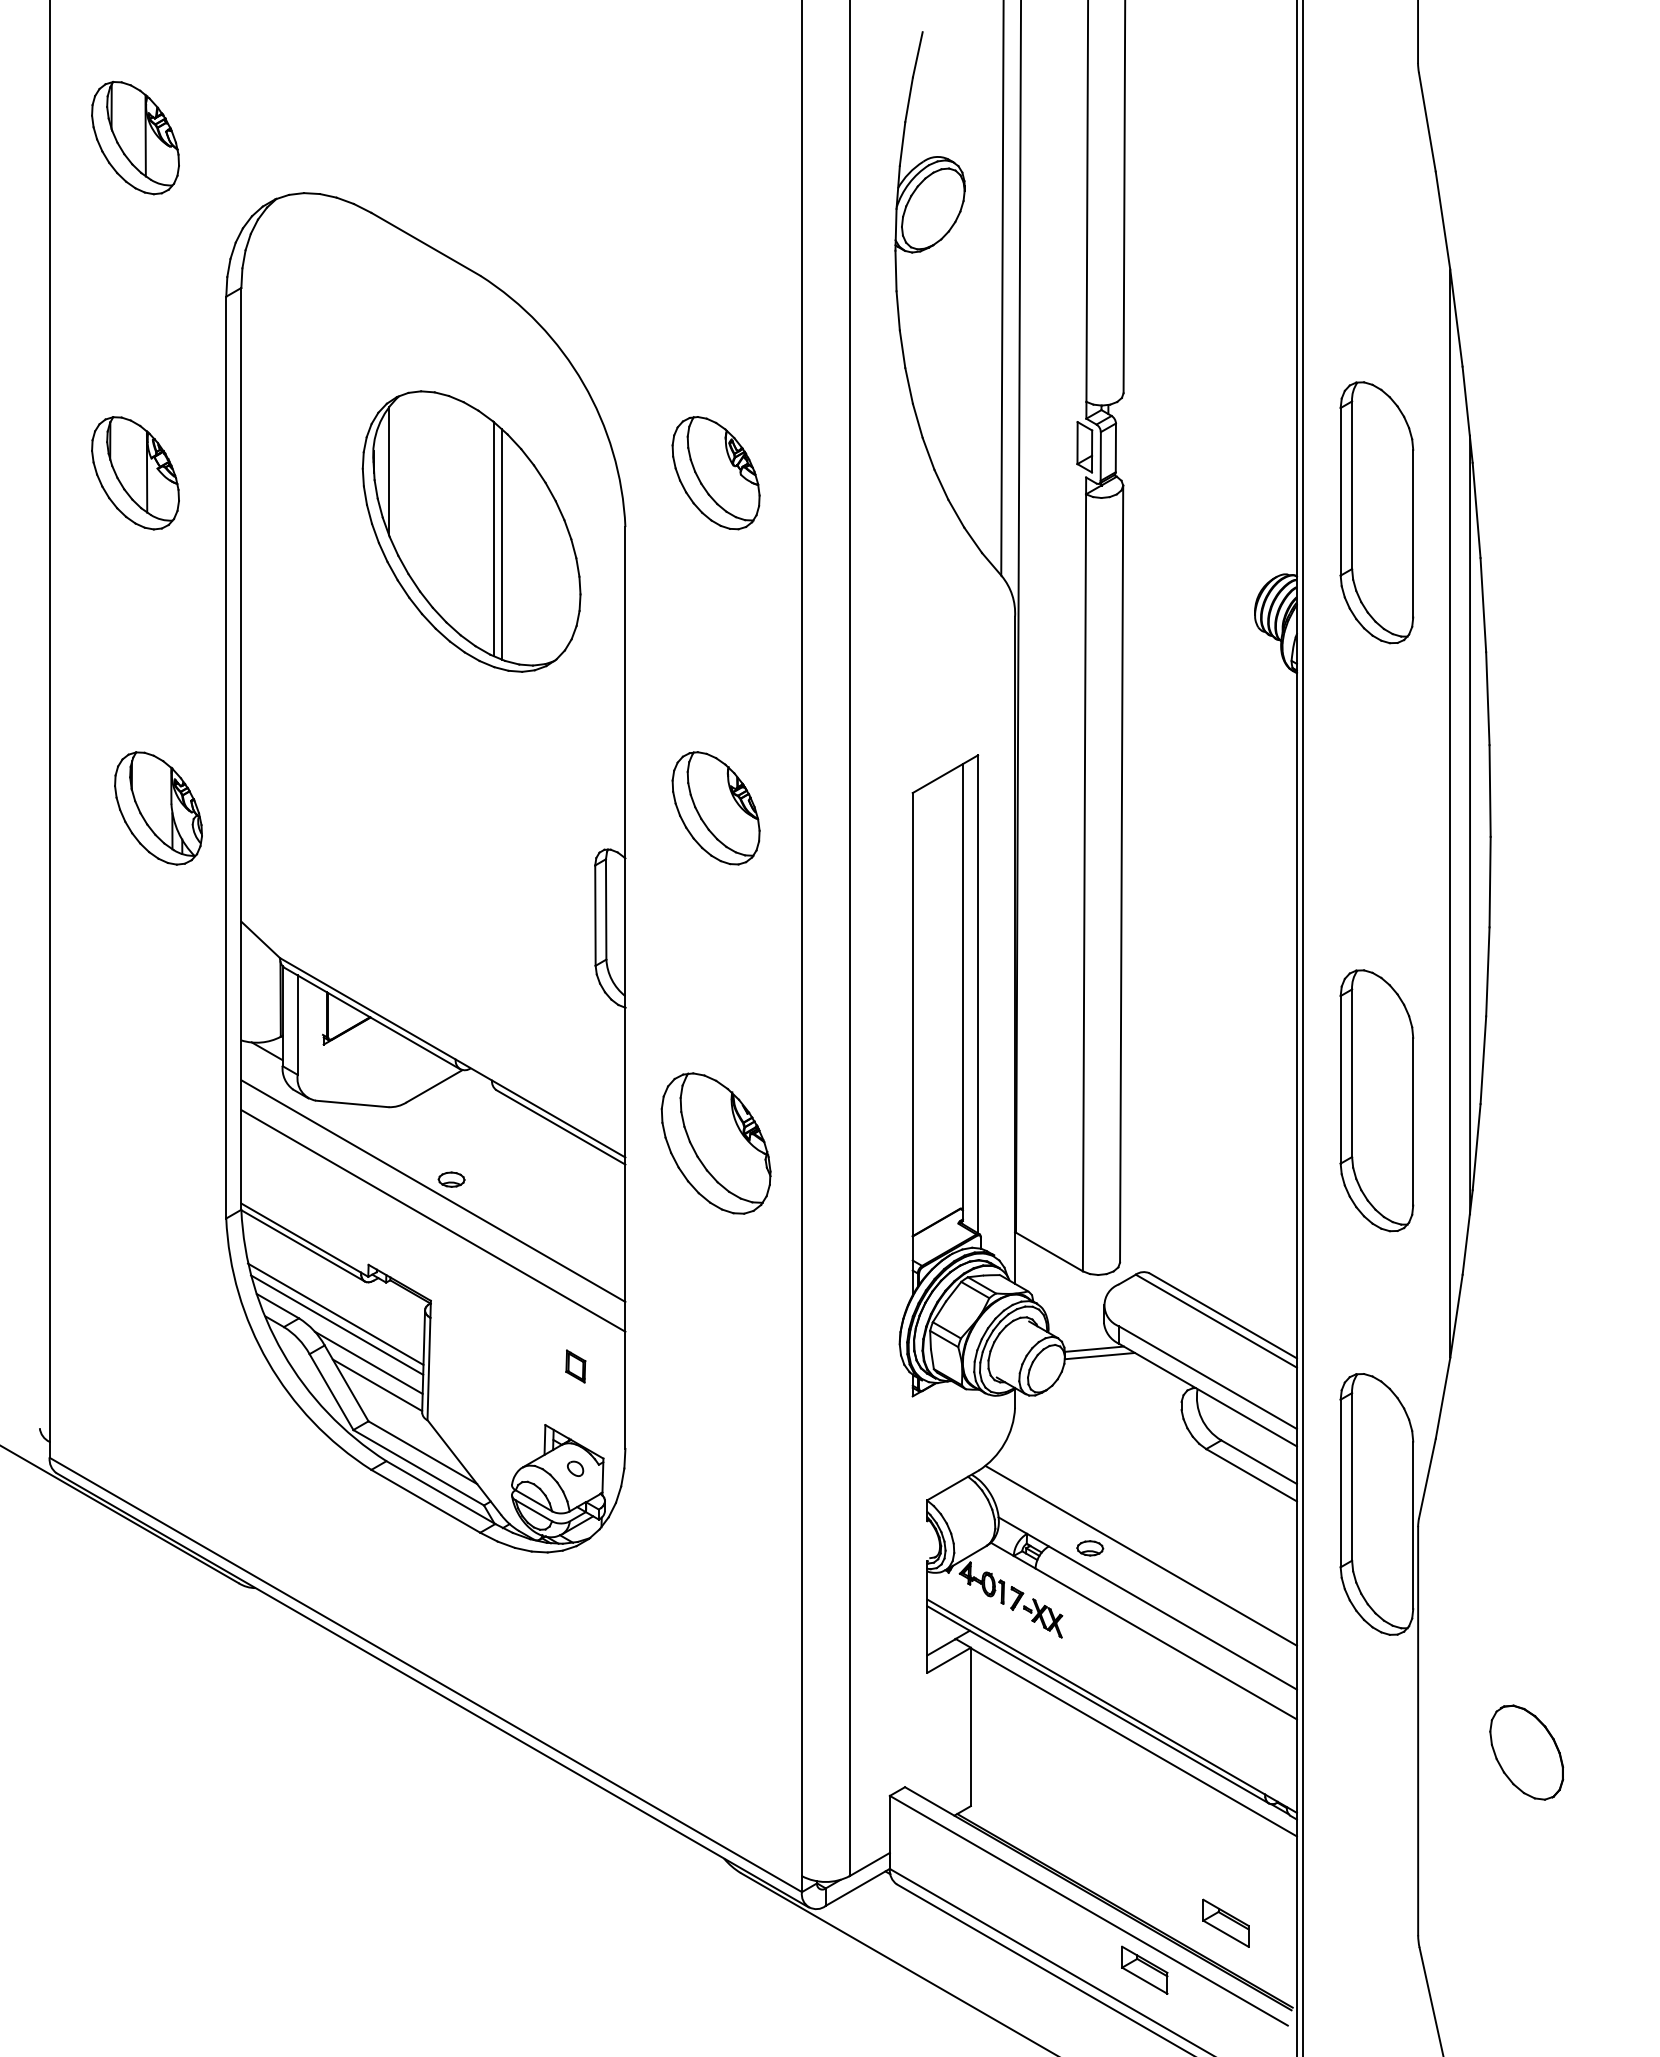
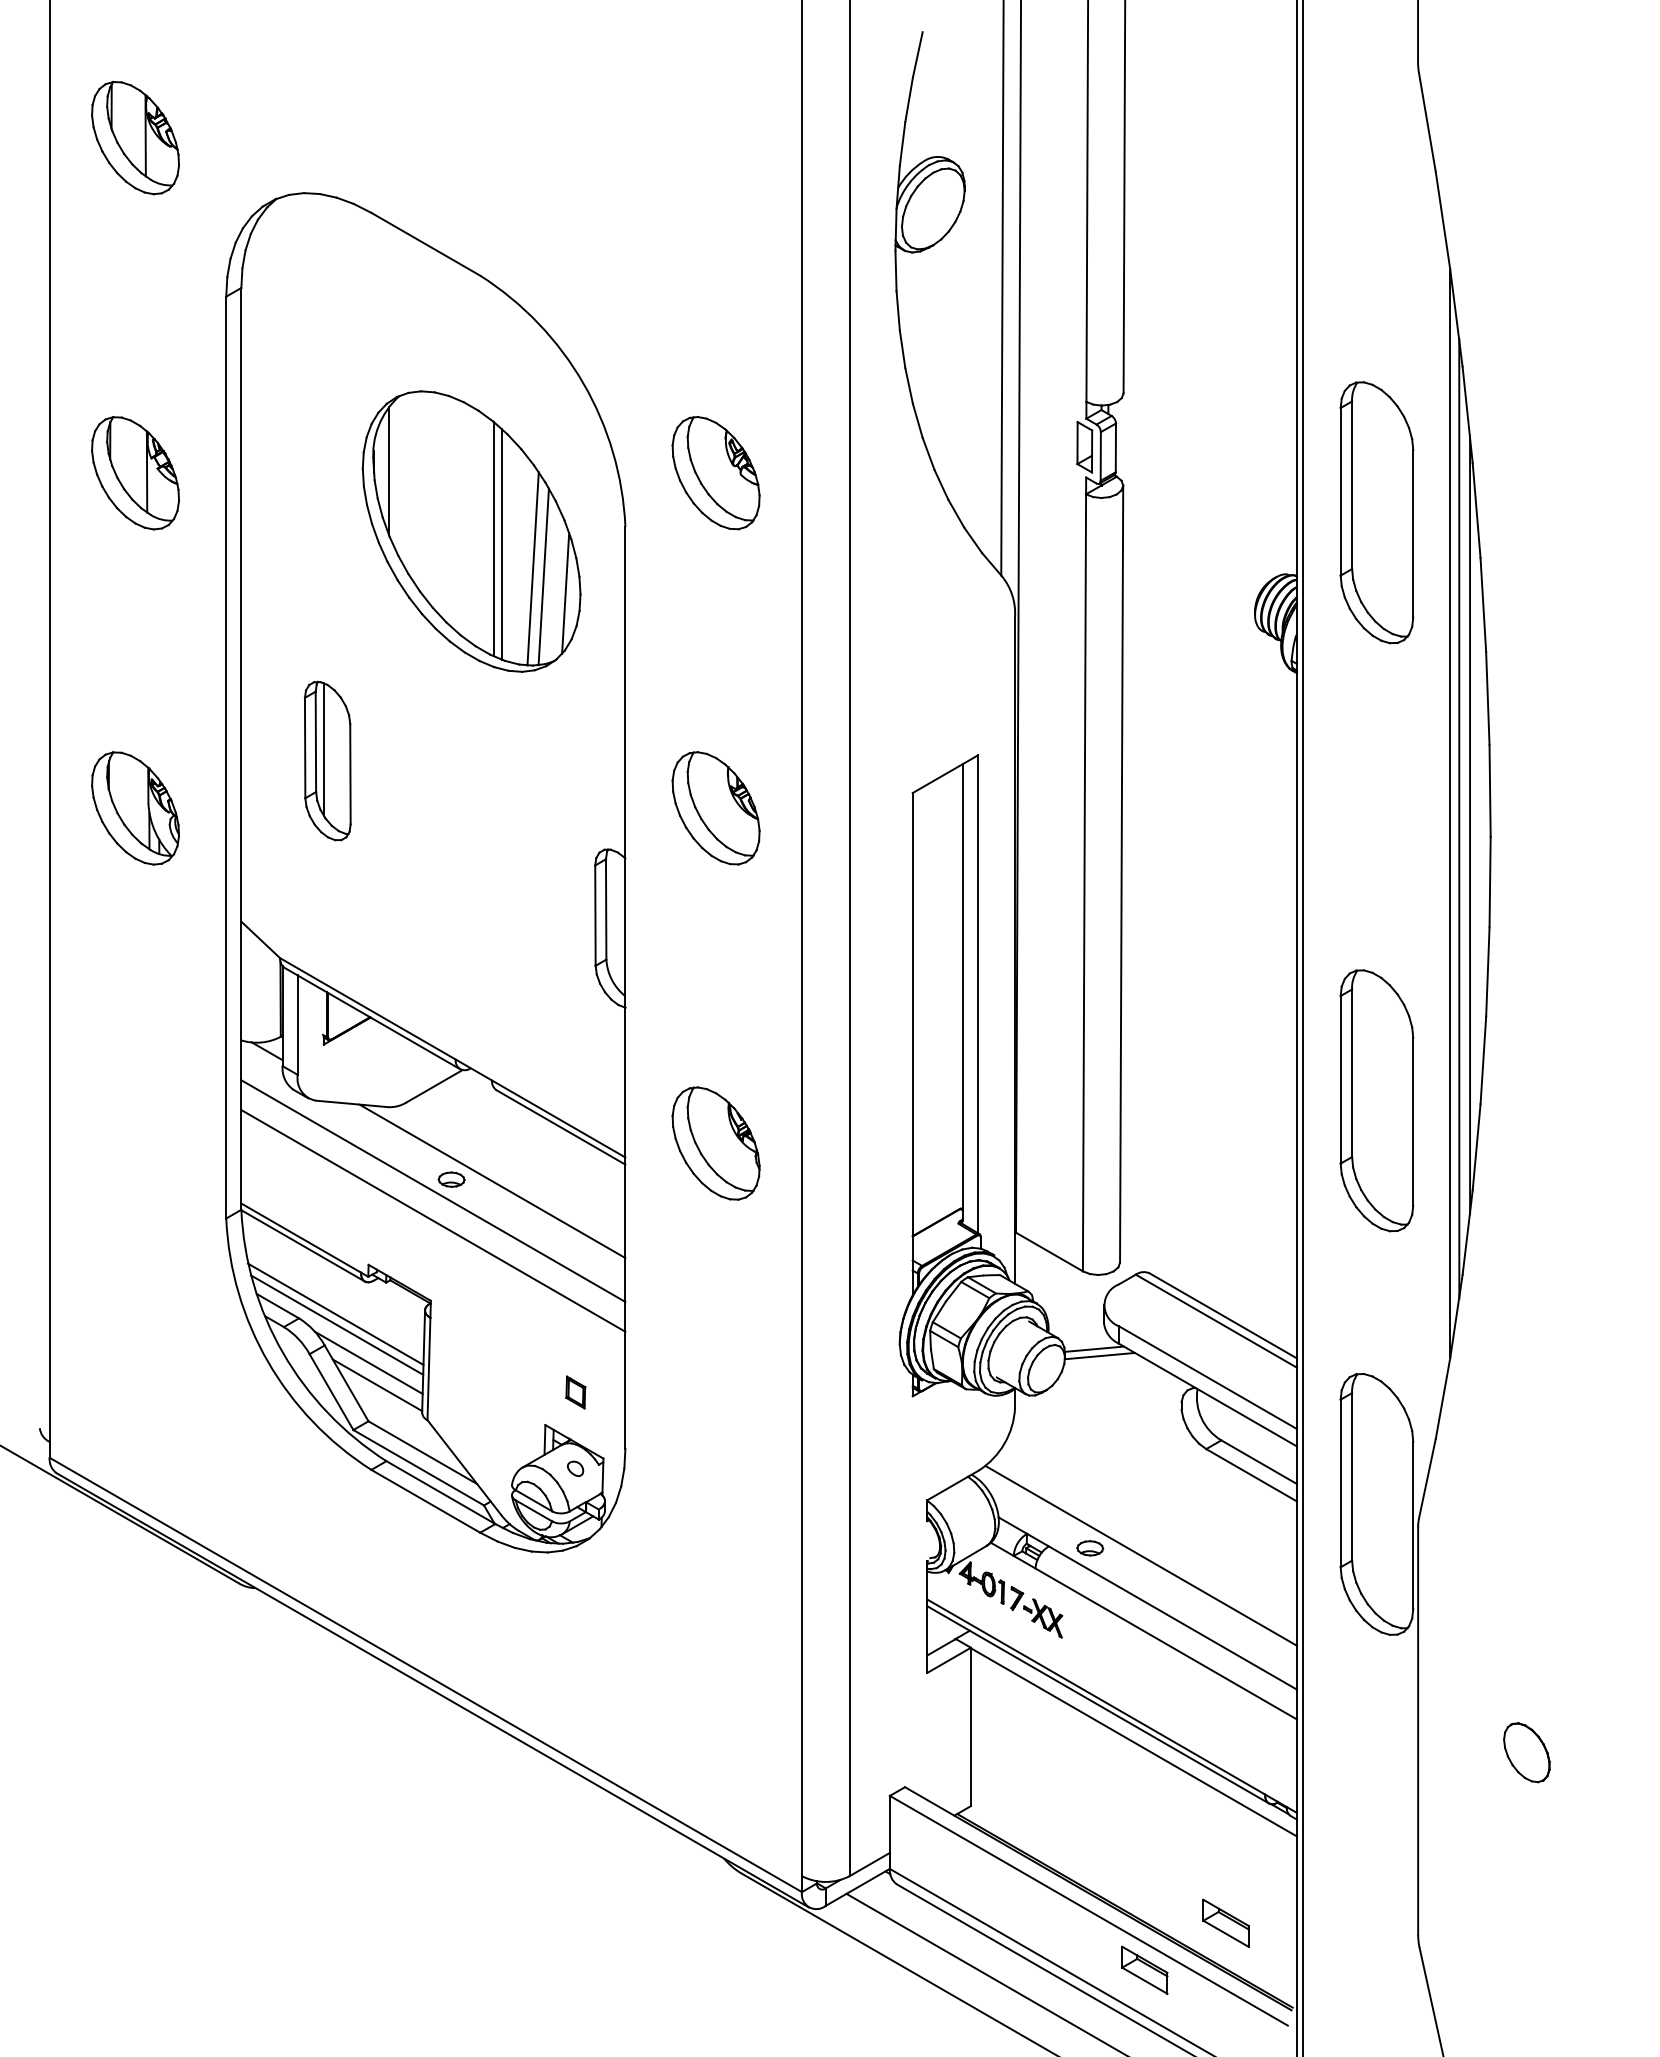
line at (532, 568): none -> present
line at (543, 576): none -> present
line at (565, 592): none -> present
part at (327, 760): none -> present
part at (158, 808) position: (158, 808) -> (135, 808)
line at (1459, 818): none -> present
part at (715, 1143) size: 112x143 px -> 90x115 px
line at (492, 1181): none -> present
part at (575, 1366) position: (575, 1366) -> (575, 1392)
part at (1526, 1752) size: 76x97 px -> 48x62 px
line at (984, 1973): none -> present
